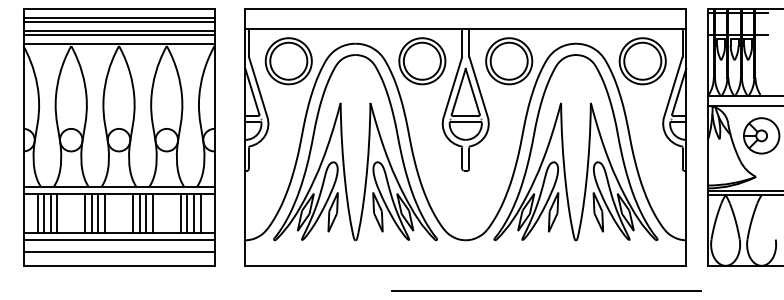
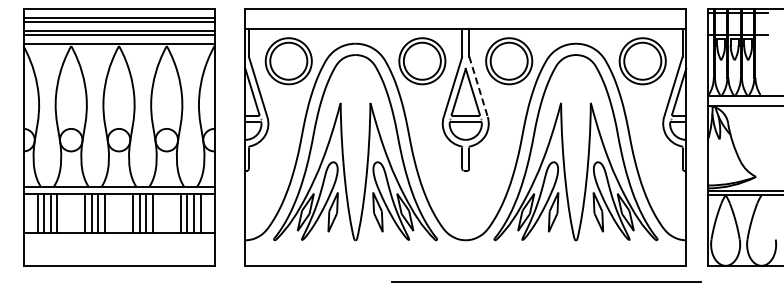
line at (478, 86): solid -> dashed
part at (761, 135): present -> none
line at (118, 239): present -> none
line at (118, 251): present -> none
line at (546, 290) position: (546, 290) -> (546, 281)
